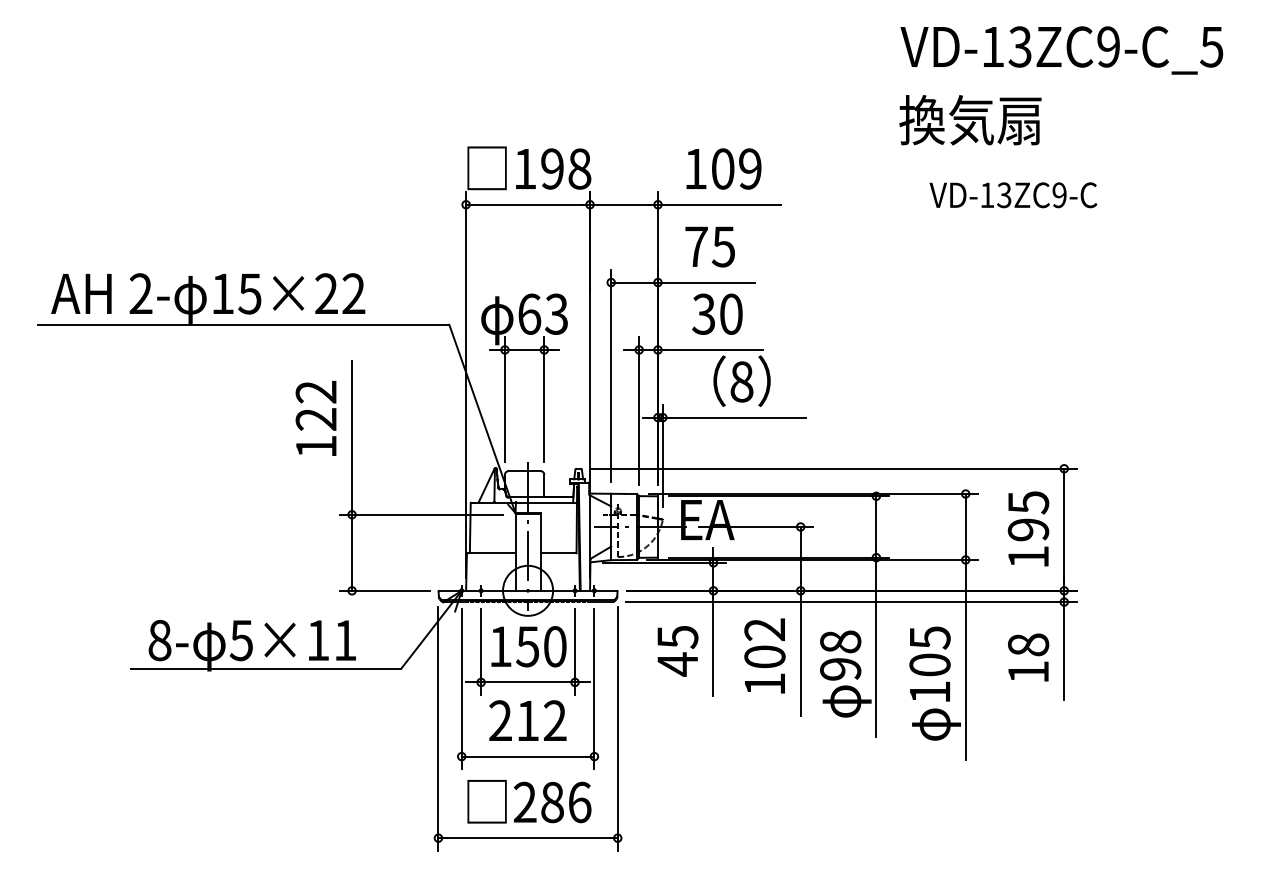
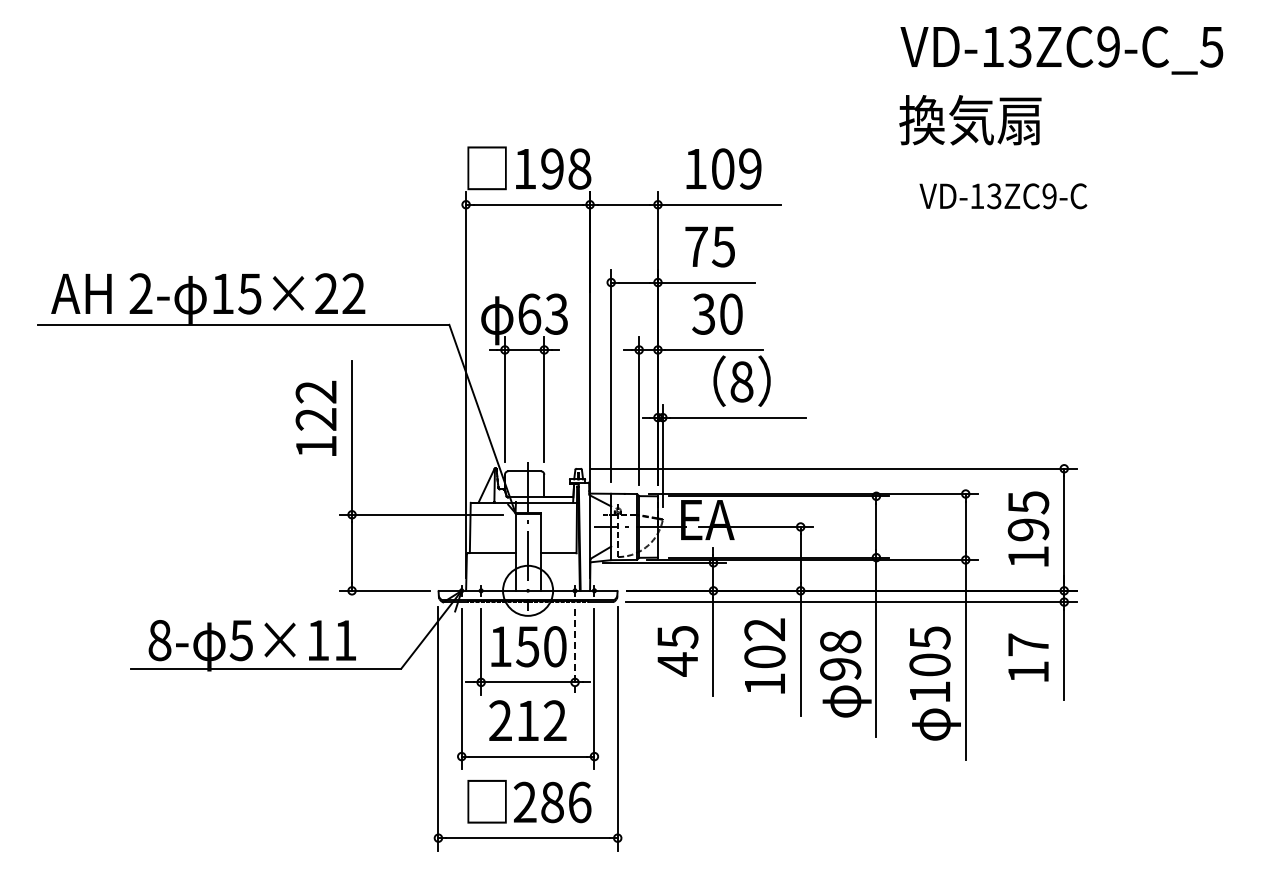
text at (1013, 195) position: (1013, 195) -> (1003, 196)
text at (1028, 644): 18 -> 17
line at (575, 652): solid -> dashed
